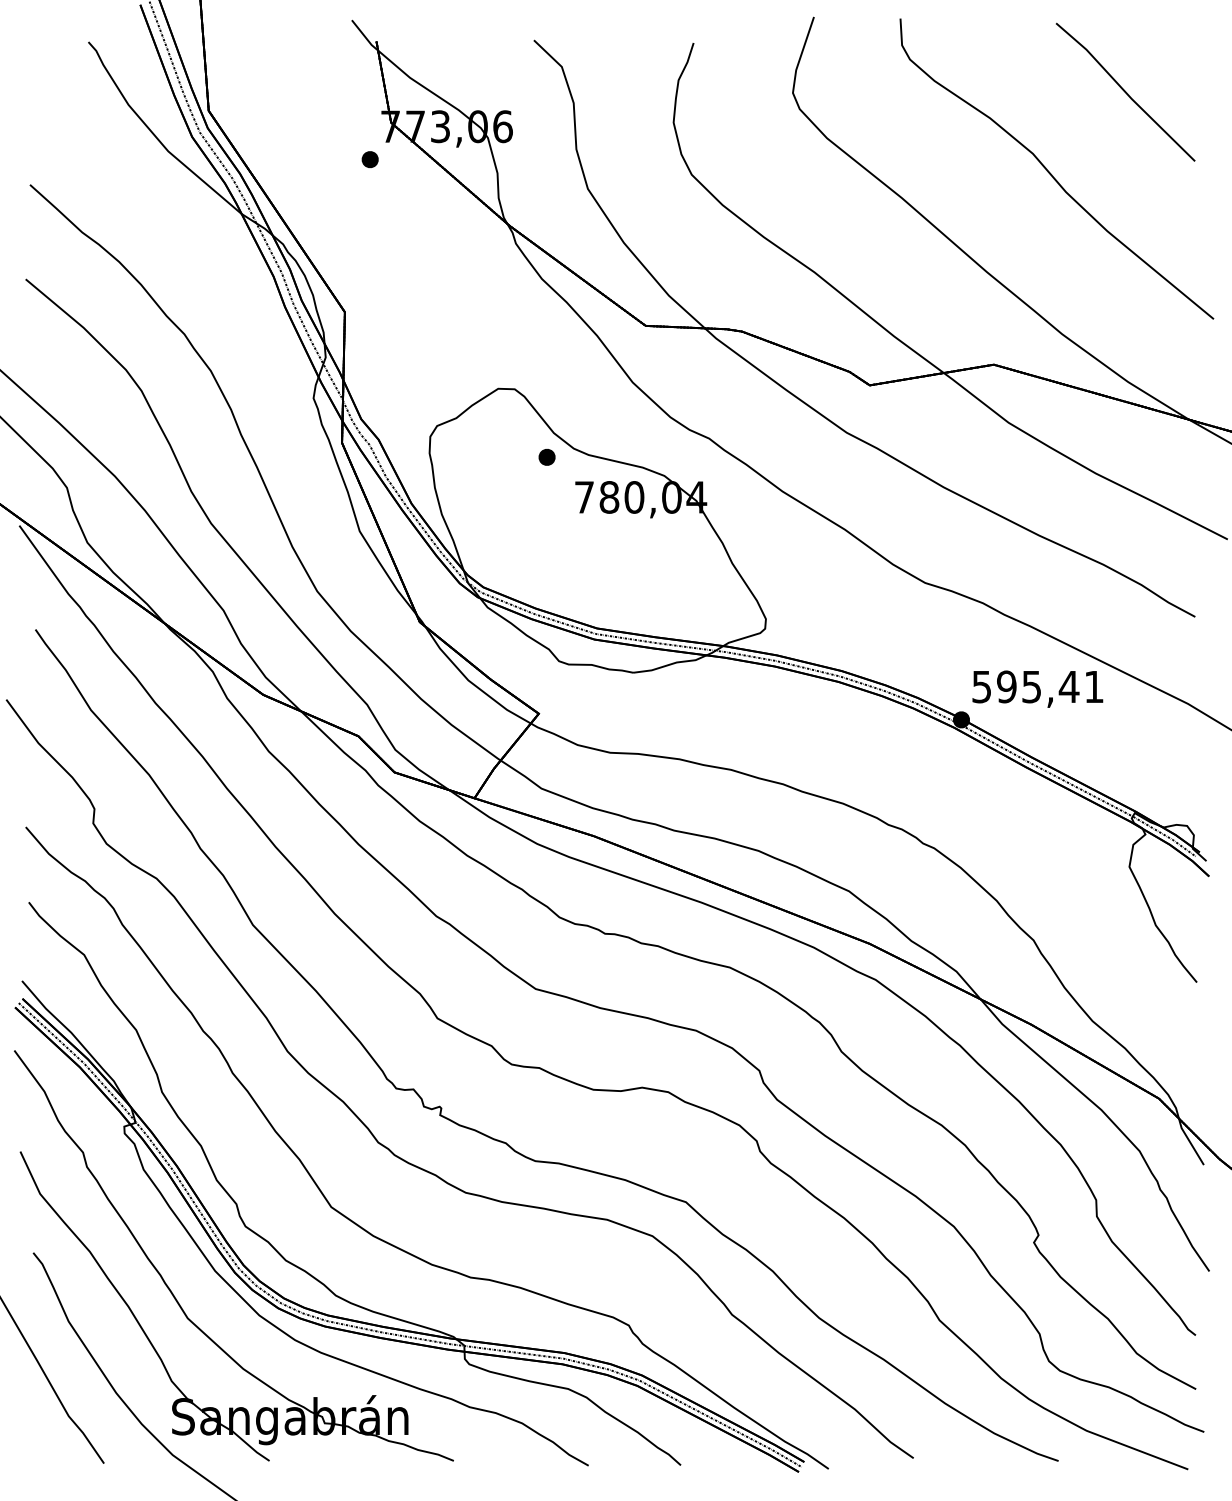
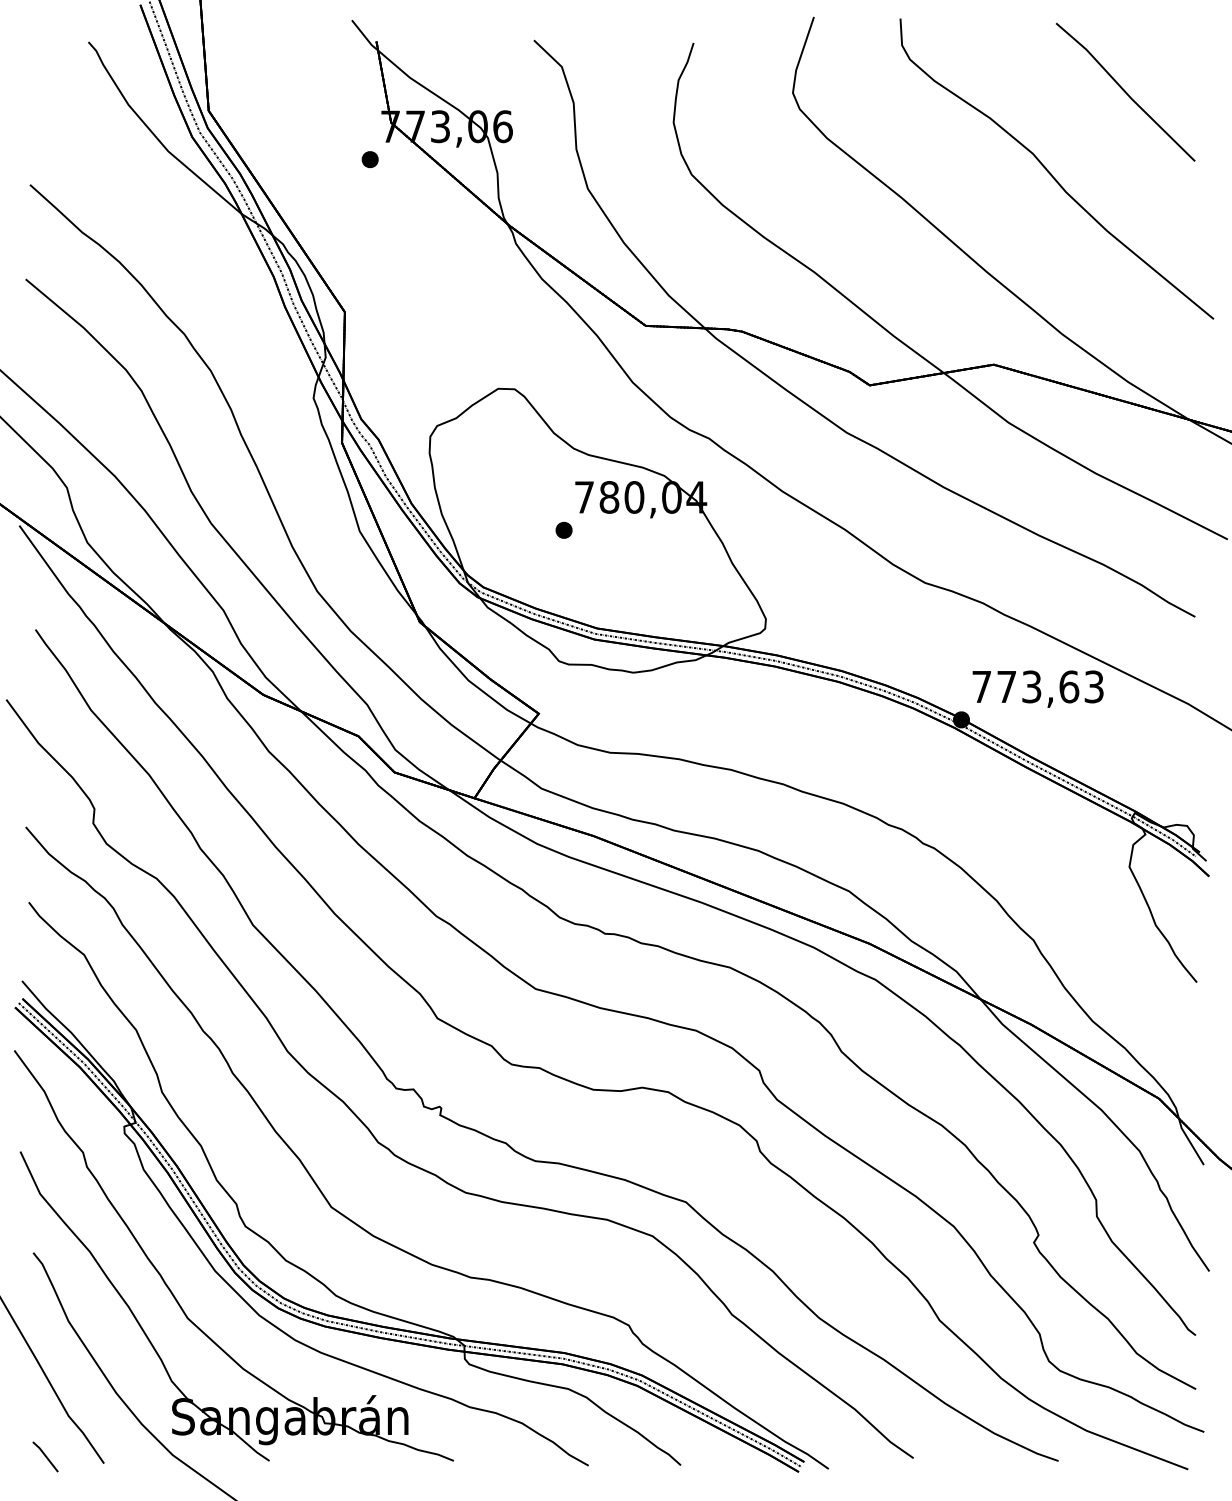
part at (546, 457) position: (546, 457) -> (563, 530)
text at (1037, 686): 595,41 -> 773,63
line at (45, 1456): none -> present
